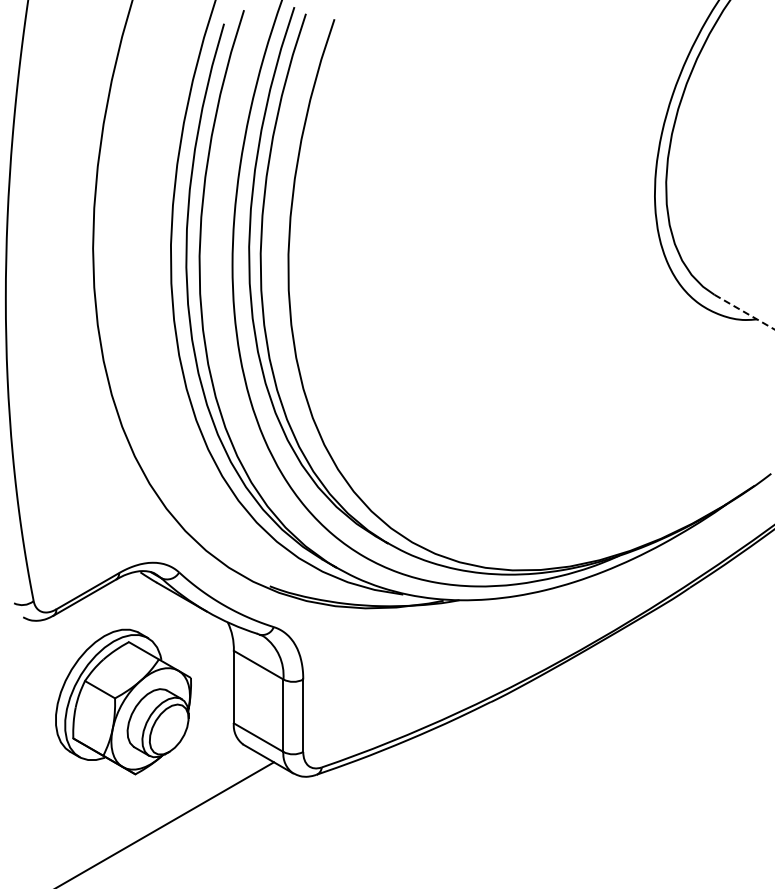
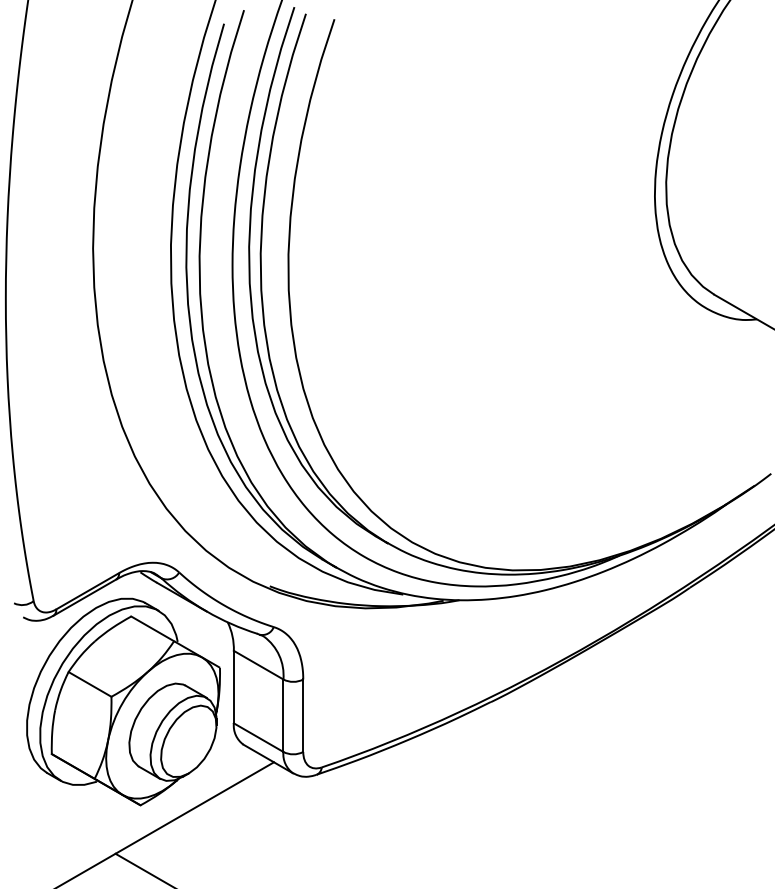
line at (744, 312): dashed -> solid
part at (123, 701) size: 137x148 px -> 195x210 px
line at (143, 869): none -> present
